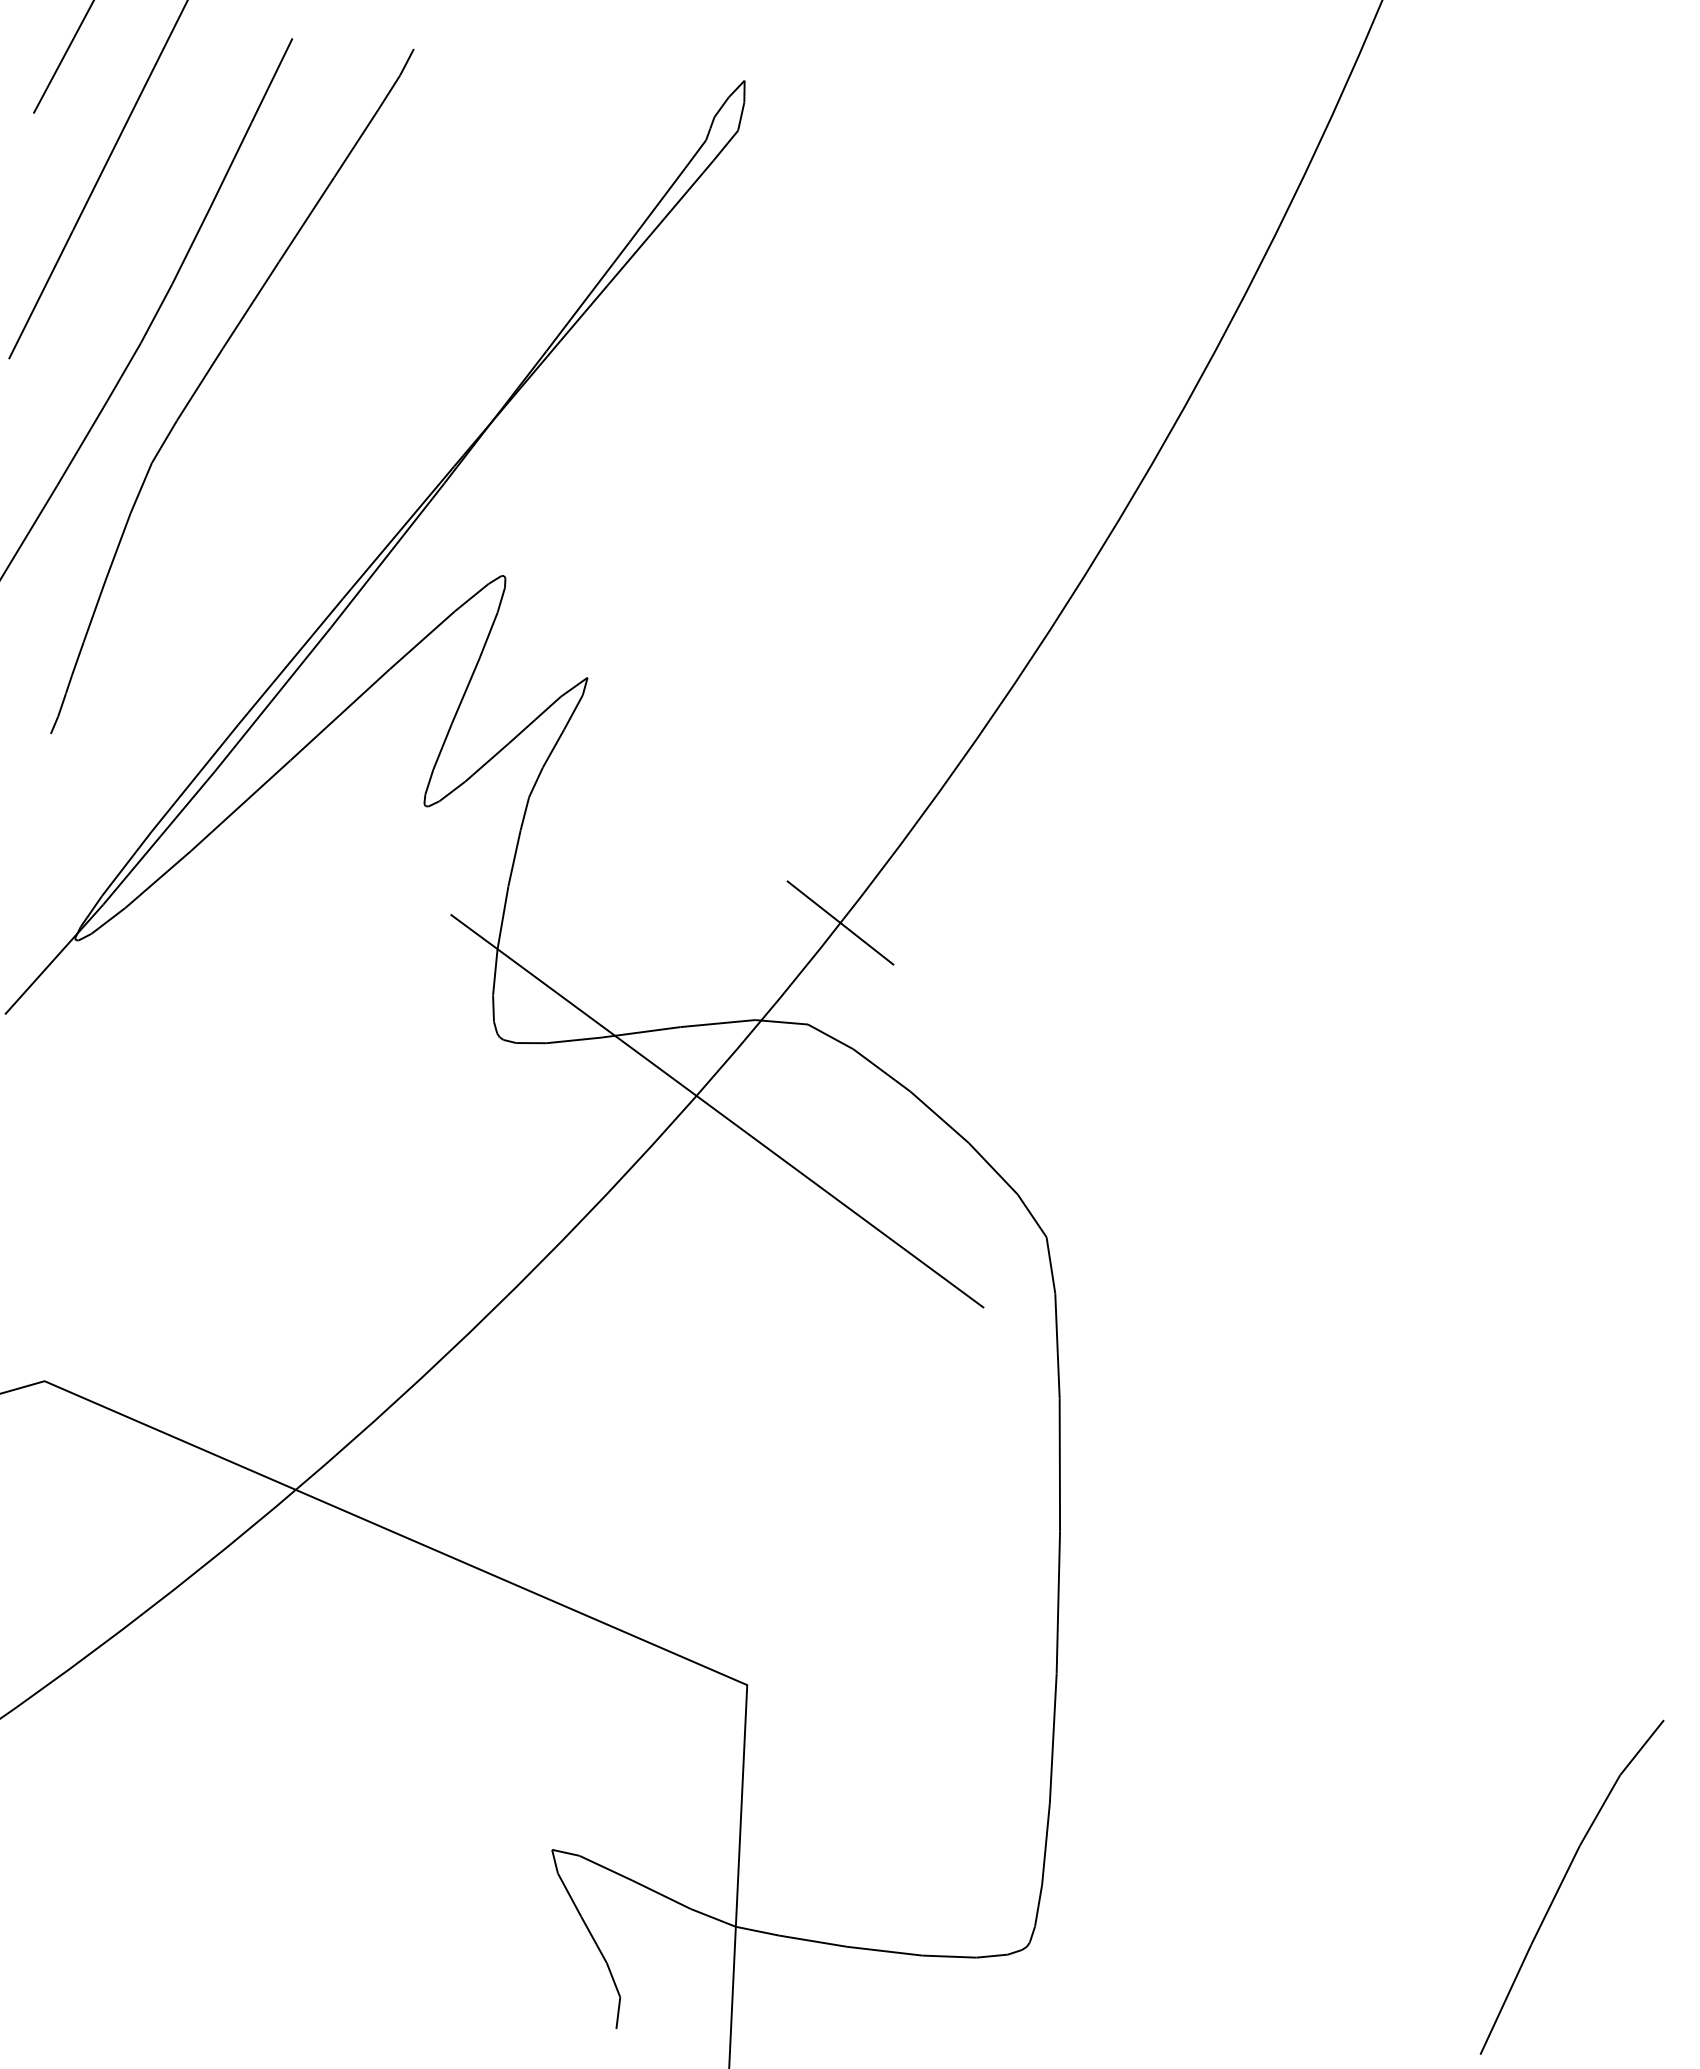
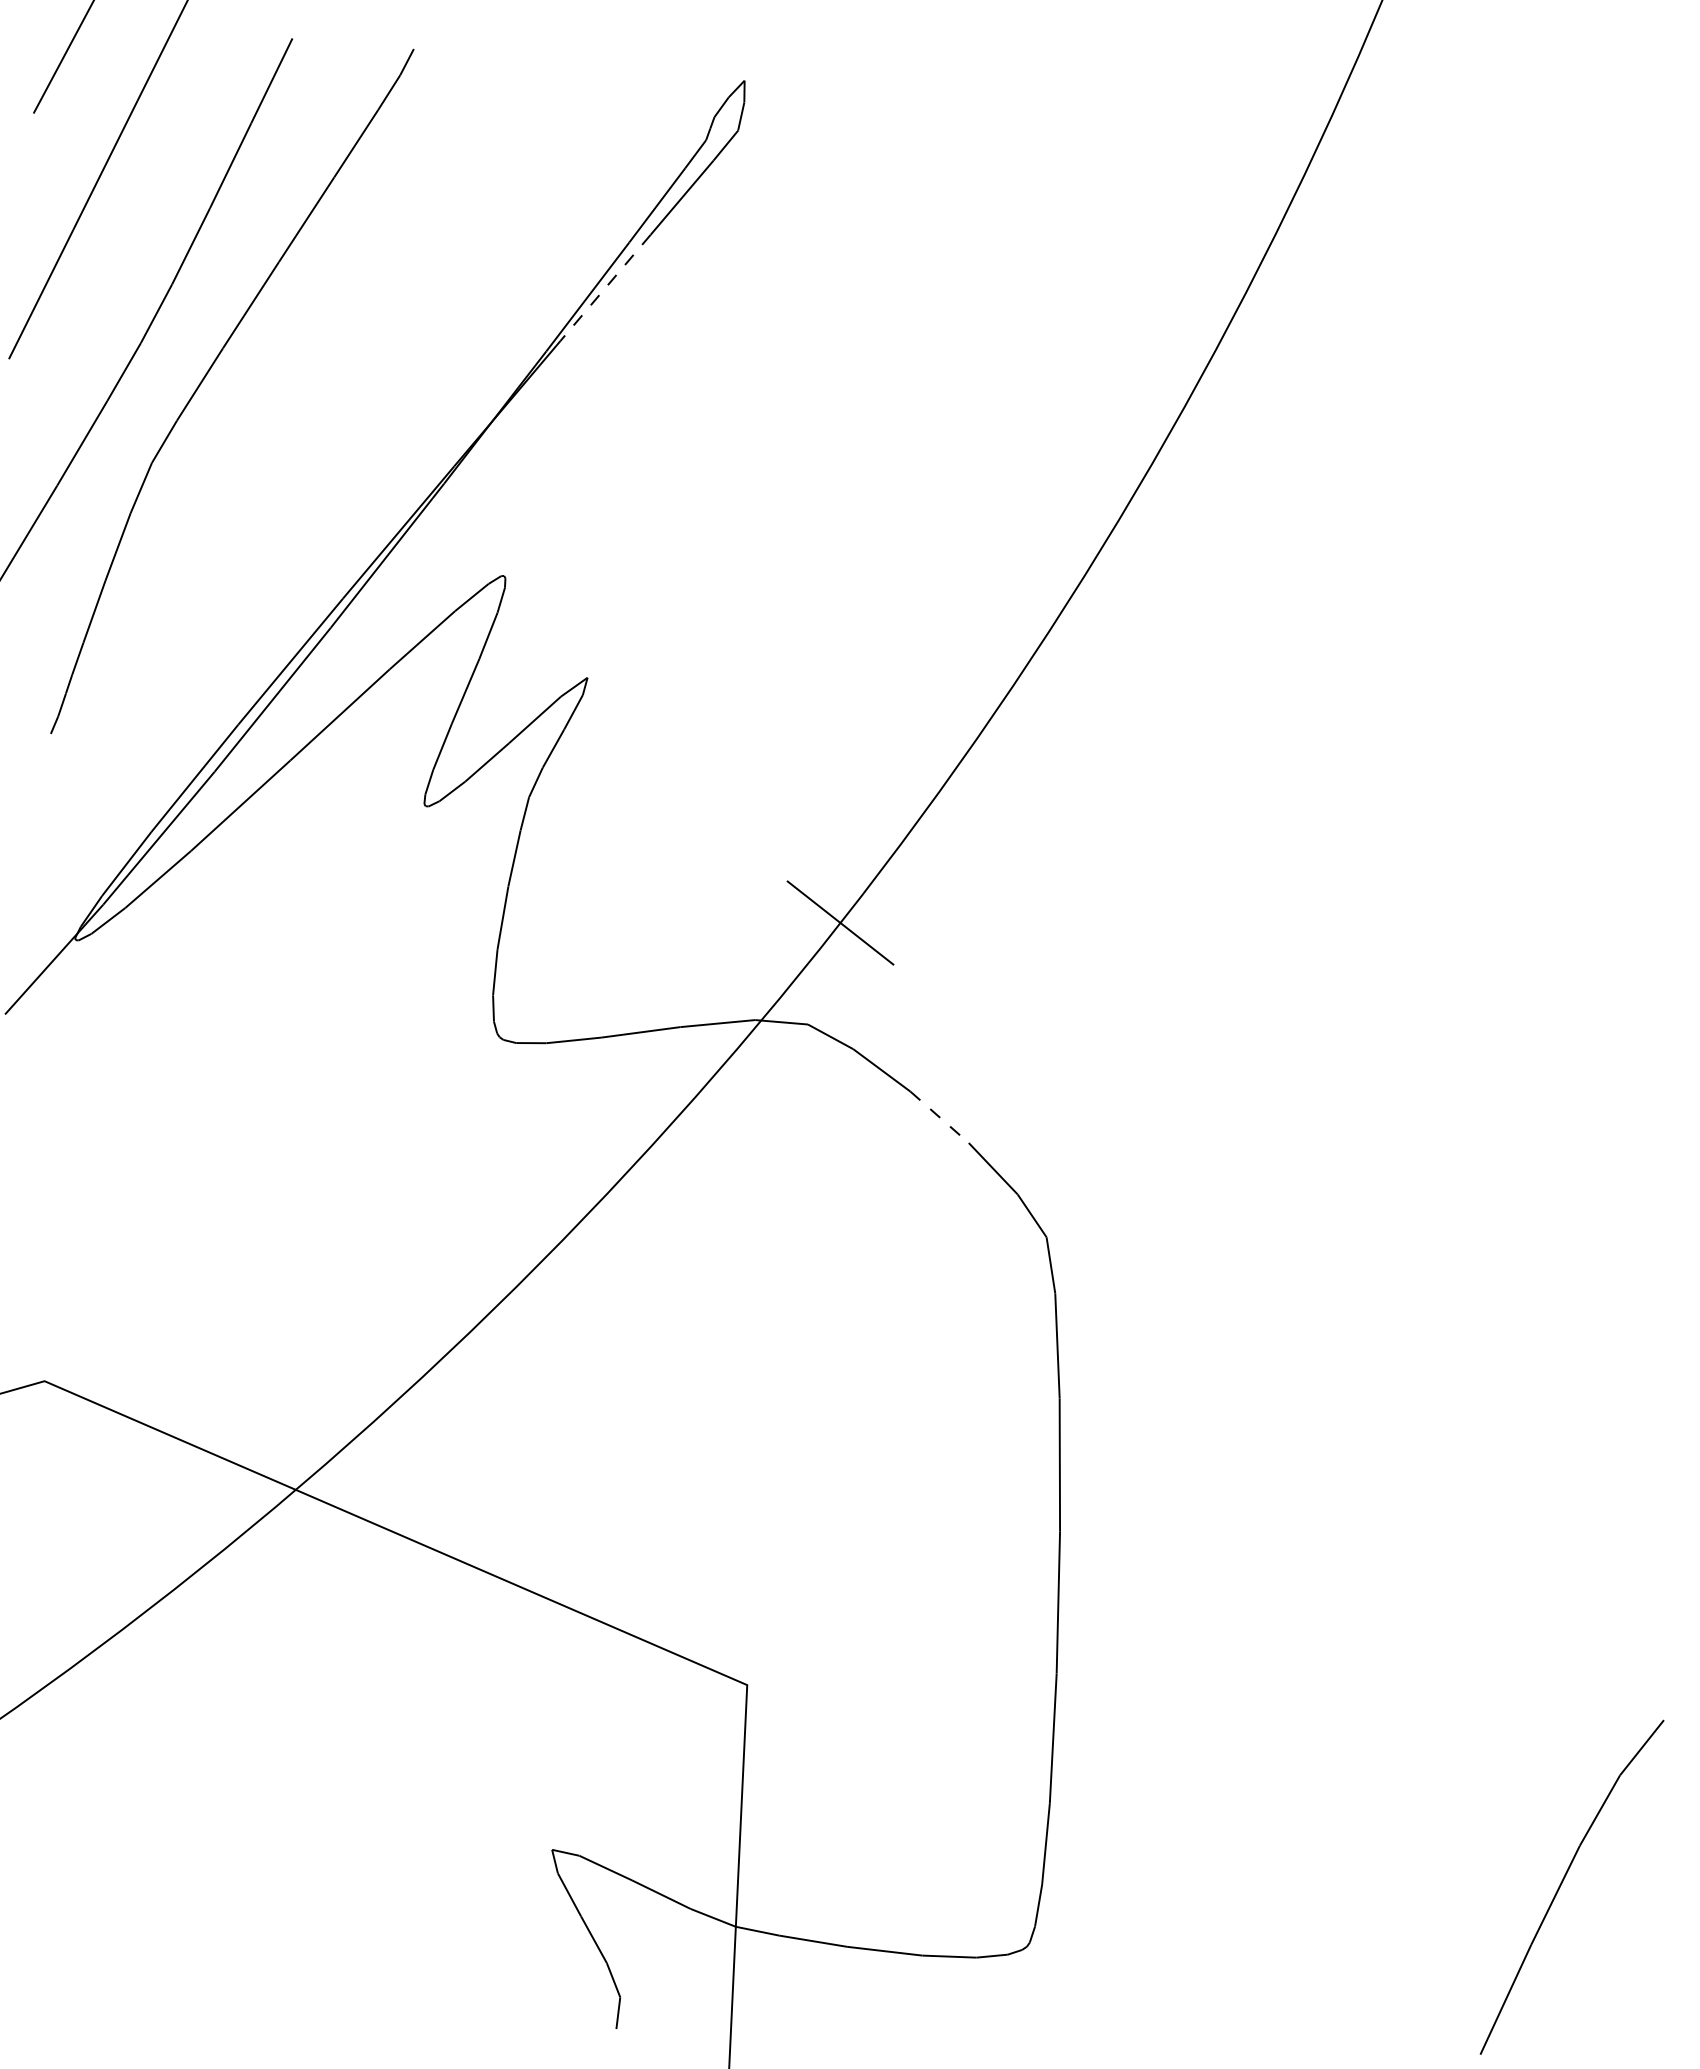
line at (605, 287): solid -> dashed
line at (717, 1111): present -> none
line at (939, 1117): solid -> dashed
